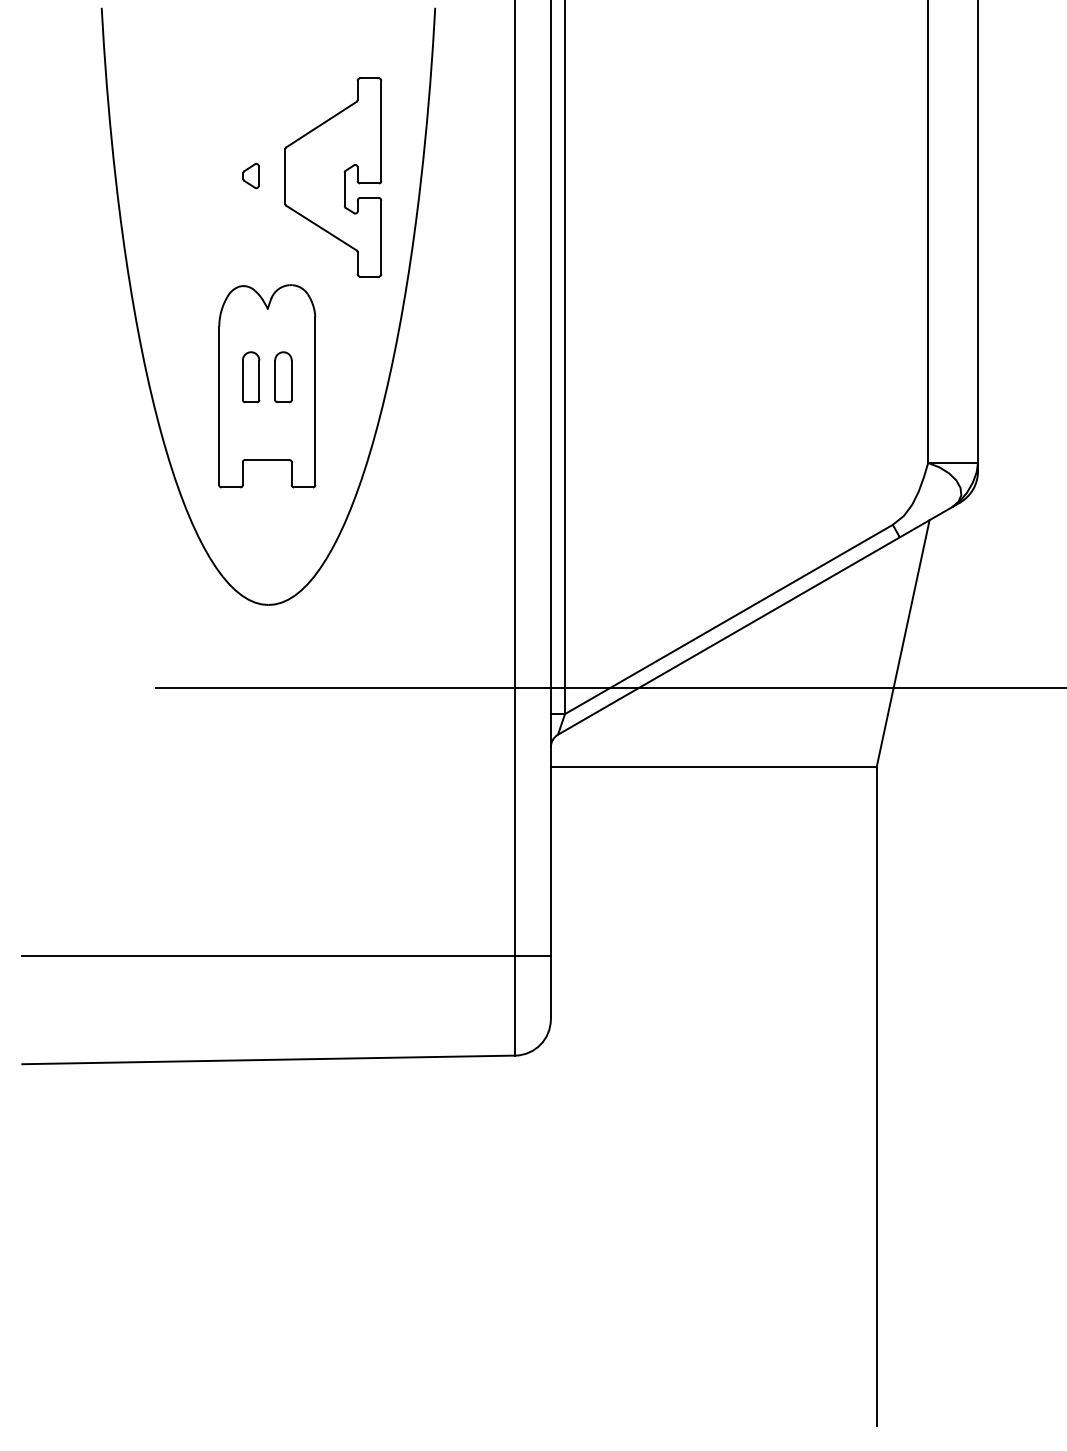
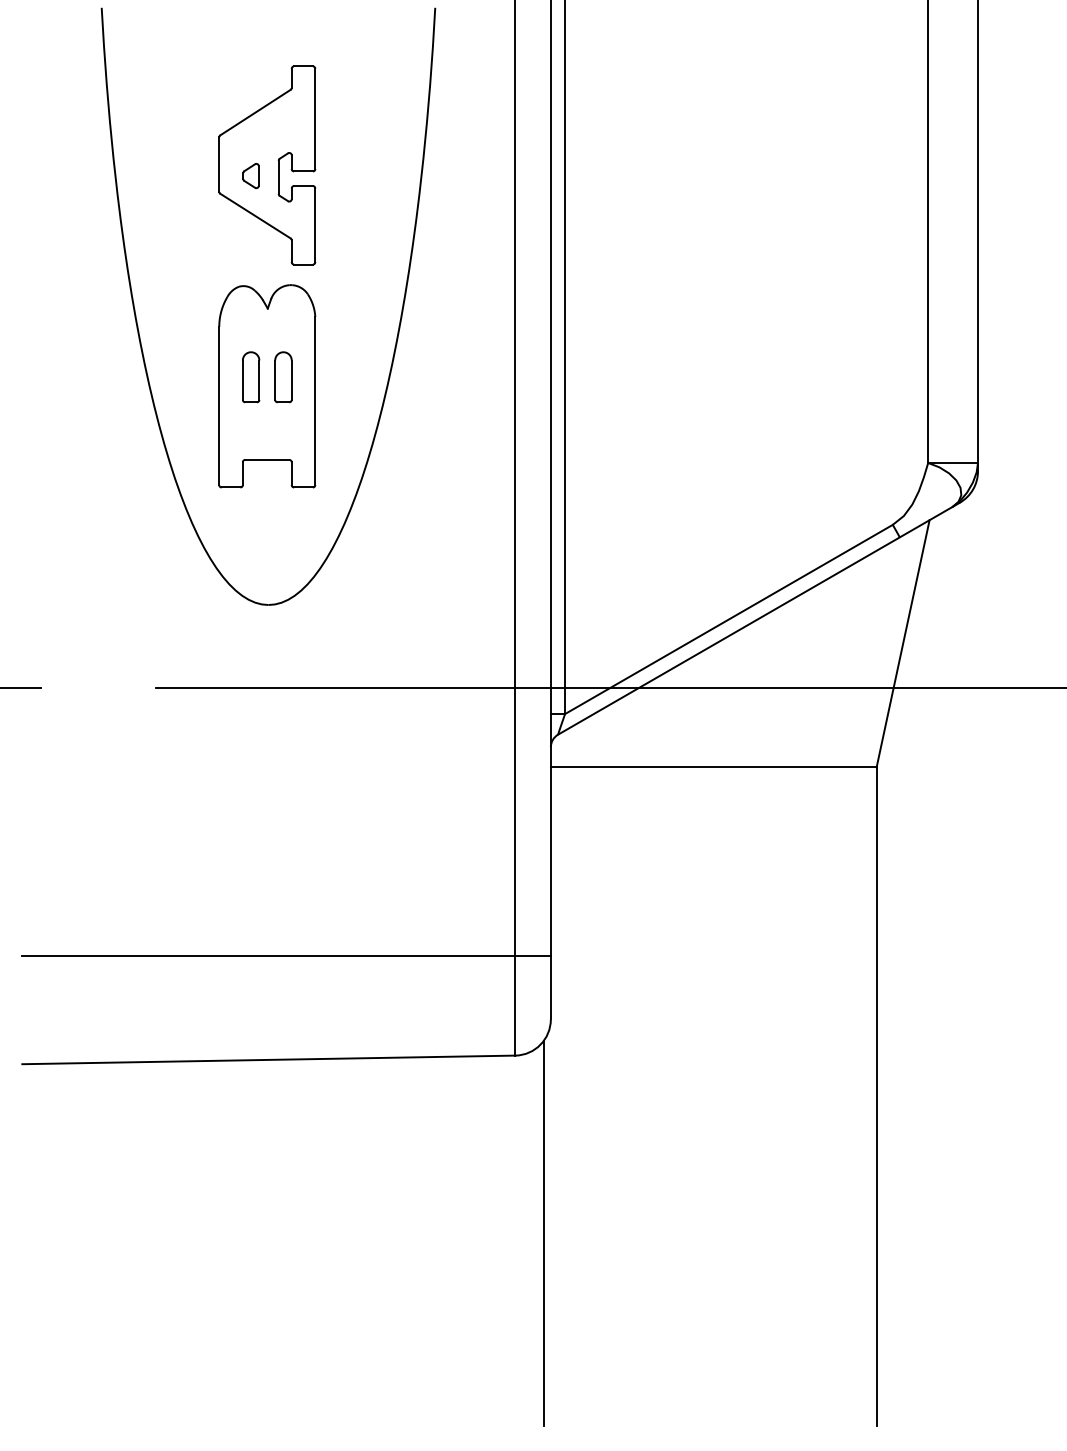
part at (333, 177) position: (333, 177) -> (267, 165)
line at (21, 687): none -> present
line at (543, 1233): none -> present
